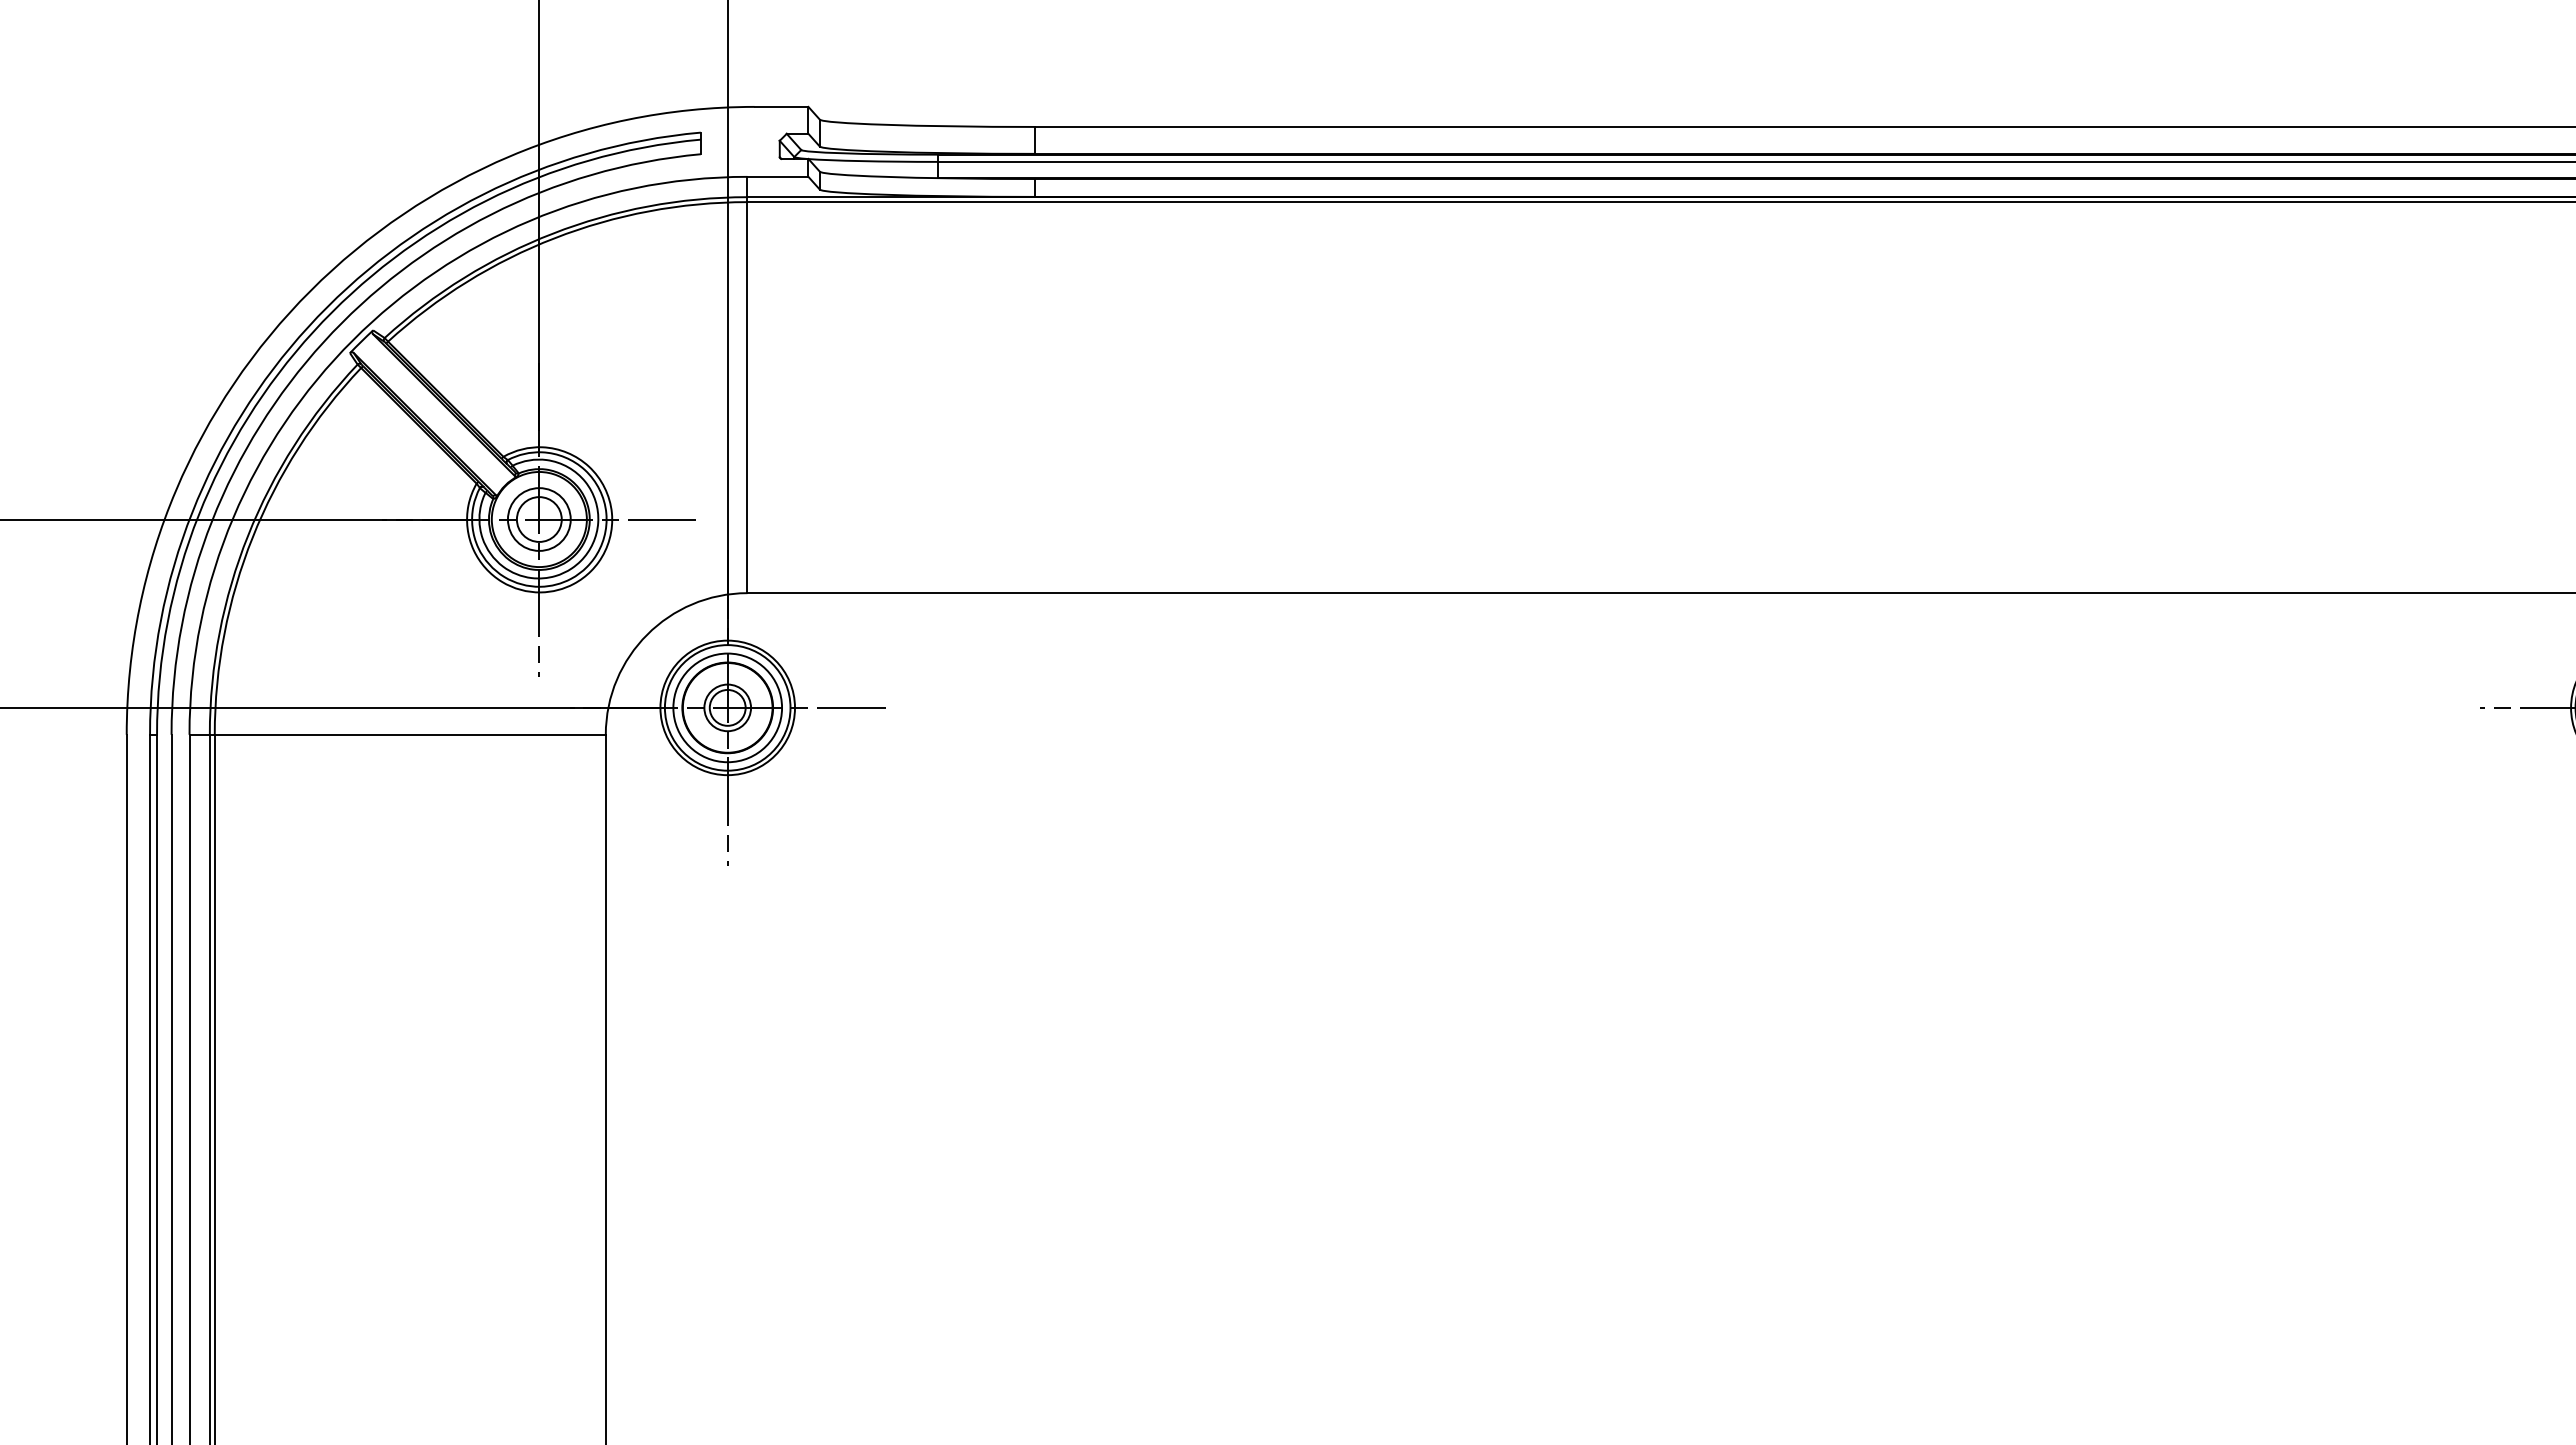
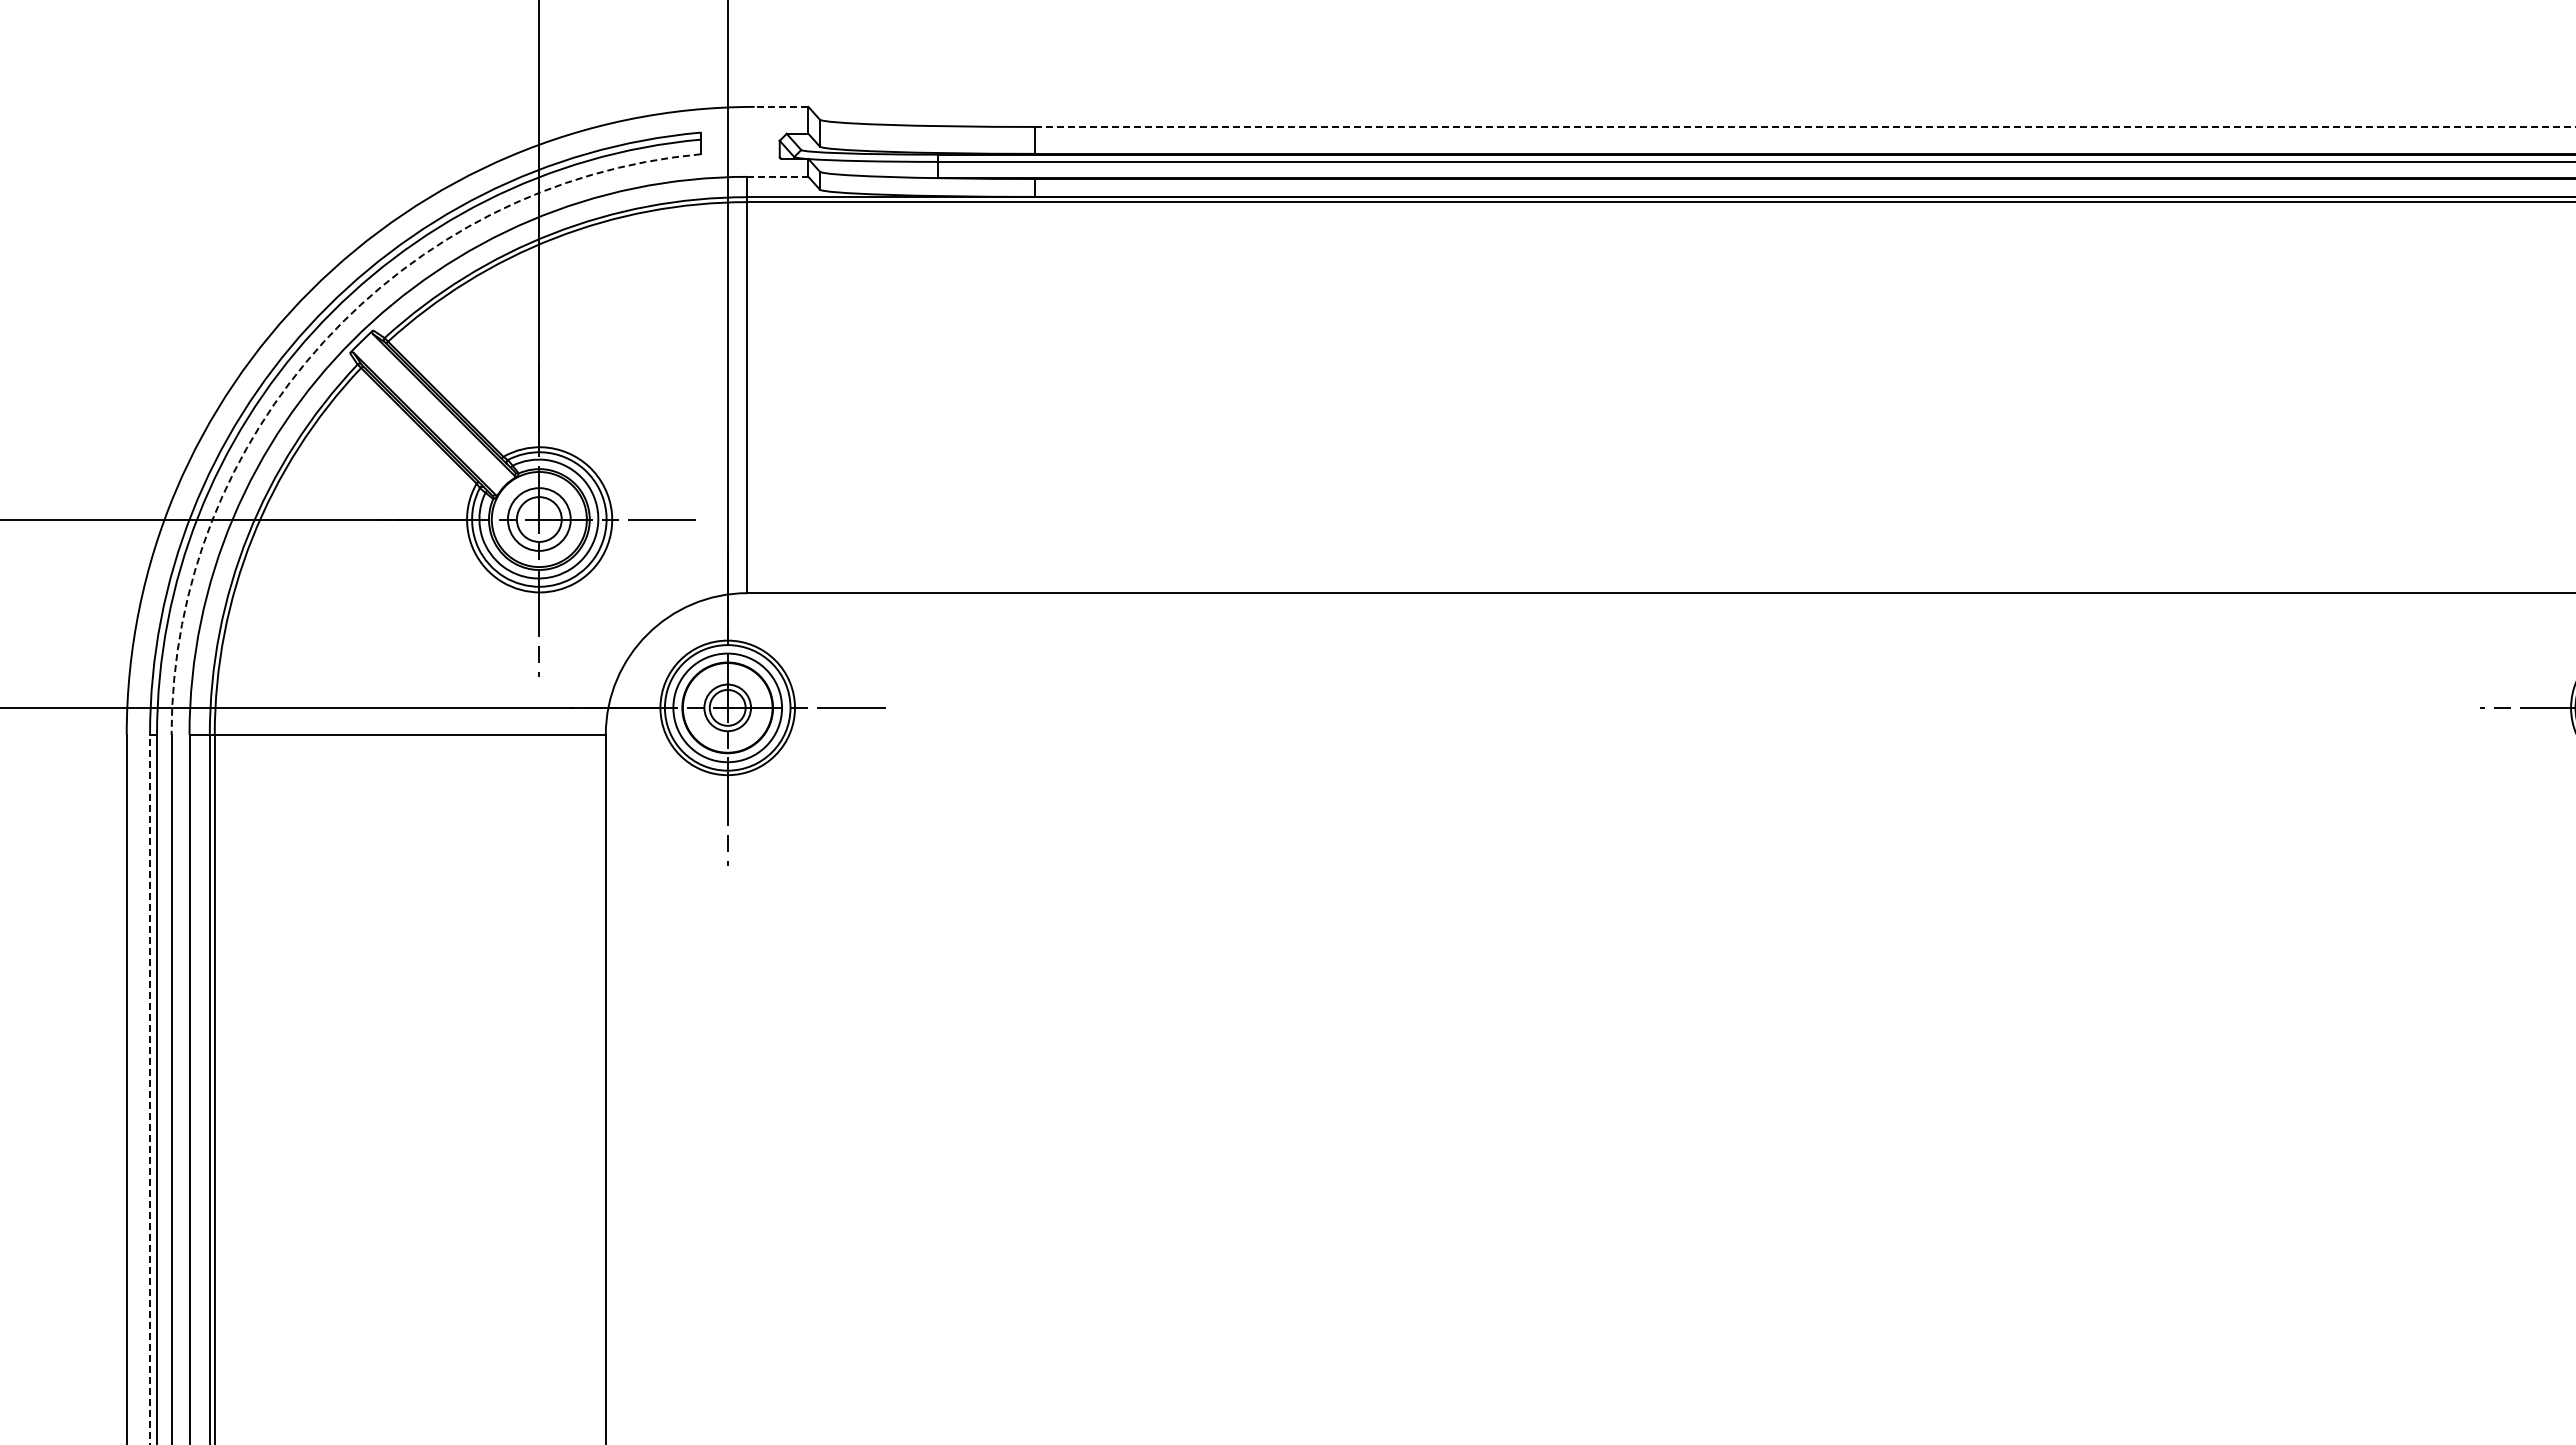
line at (781, 106): solid -> dashed
line at (1805, 126): solid -> dashed
line at (778, 176): solid -> dashed
arc at (323, 342): solid -> dashed
line at (150, 1089): solid -> dashed
